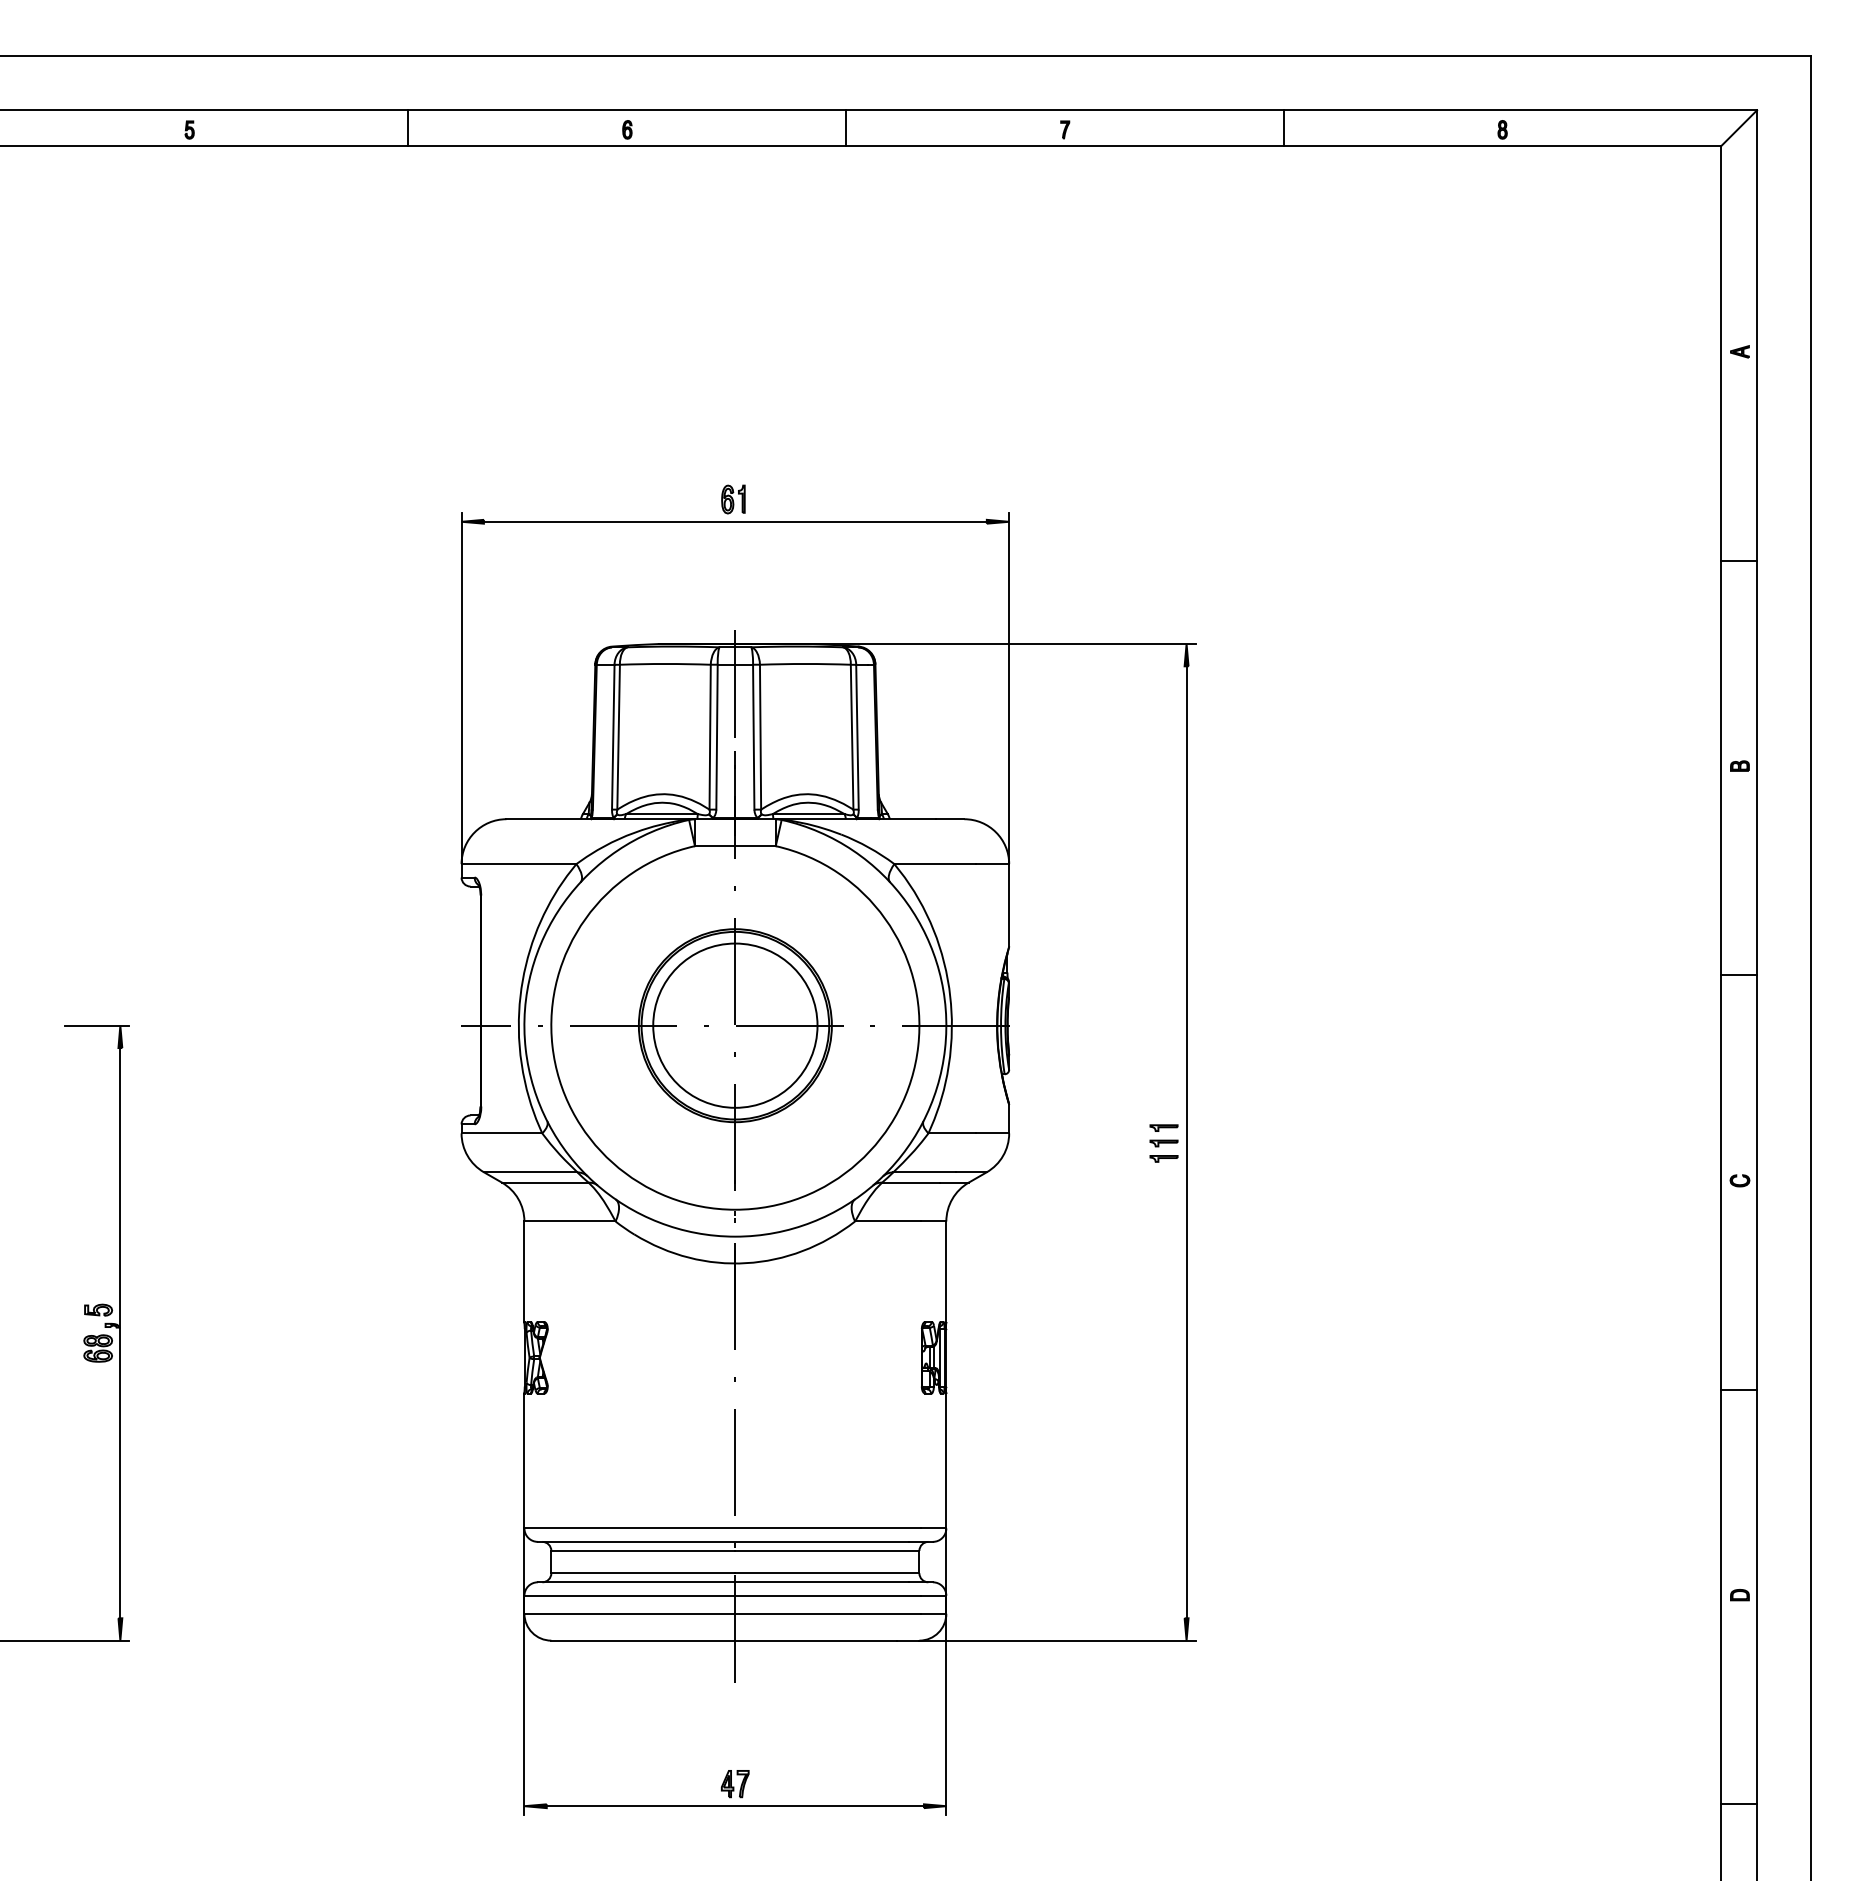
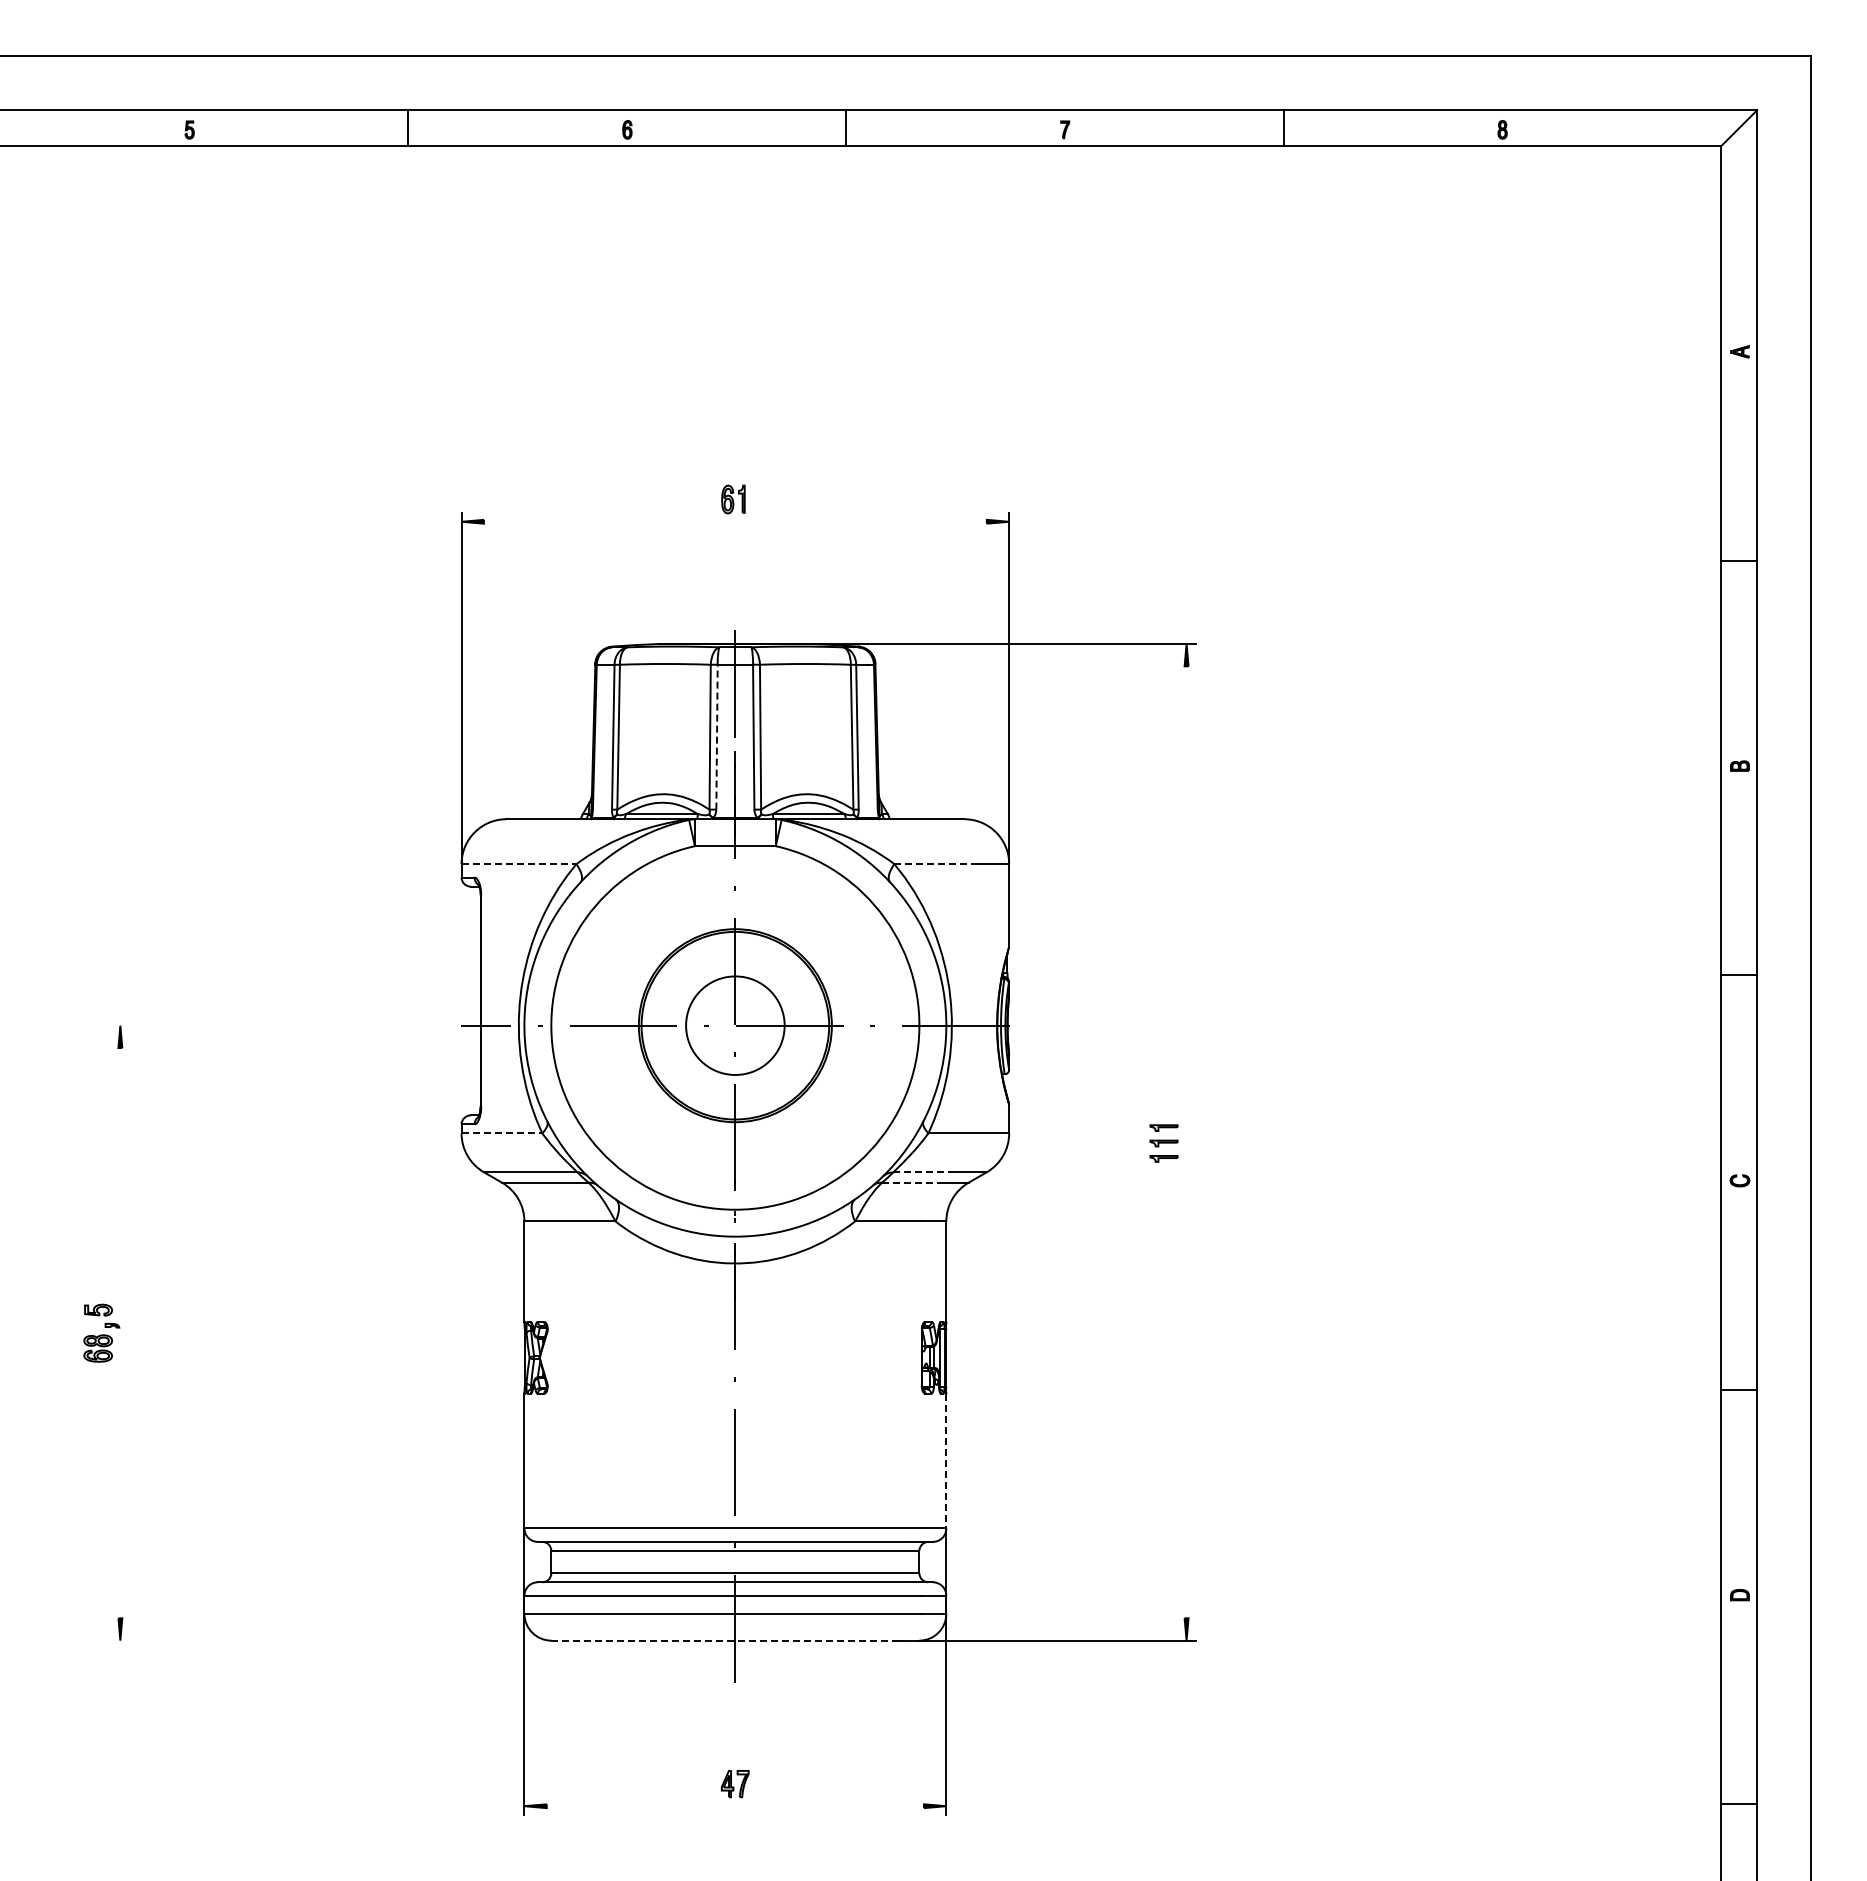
line at (734, 521): present -> none
line at (717, 736): solid -> dashed
line at (519, 864): solid -> dashed
line at (935, 864): solid -> dashed
line at (96, 1025): present -> none
circle at (735, 1025) diameter: 164 px -> 99 px
line at (502, 1133): solid -> dashed
line at (1186, 1142): present -> none
line at (925, 1172): solid -> dashed
line at (911, 1182): solid -> dashed
line at (120, 1333): present -> none
line at (946, 1461): solid -> dashed
line at (65, 1640): present -> none
line at (724, 1640): solid -> dashed
line at (734, 1806): present -> none
